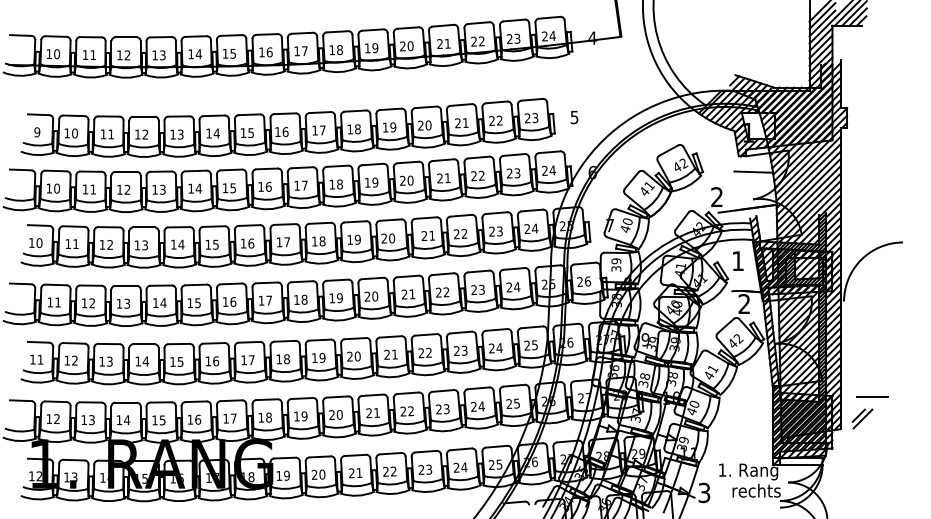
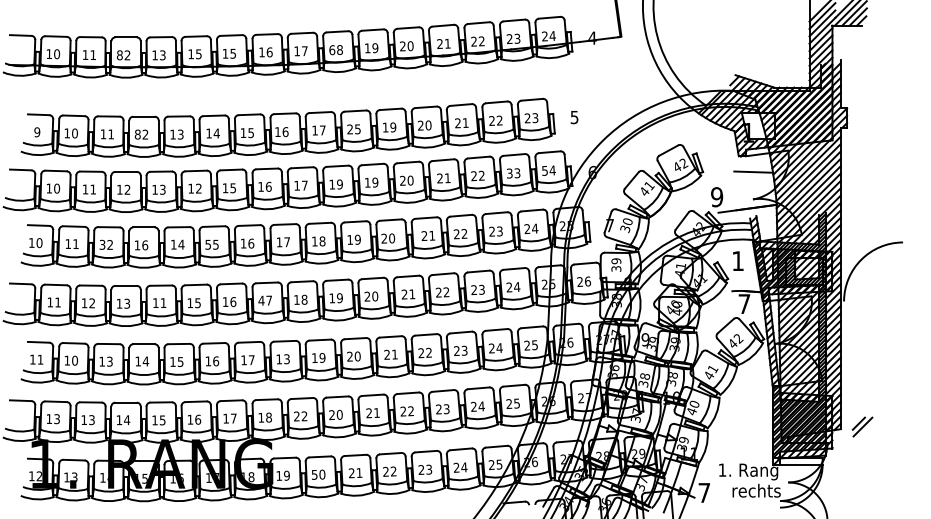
text at (332, 50): 18 -> 68
text at (198, 54): 14 -> 15
text at (119, 55): 12 -> 82
text at (353, 129): 18 -> 25
text at (137, 134): 12 -> 82
text at (544, 170): 24 -> 54
text at (509, 173): 23 -> 33
text at (339, 184): 18 -> 19
text at (198, 188): 14 -> 12
text at (717, 197): 2 -> 9
text at (625, 229): 40 -> 30
text at (102, 244): 12 -> 32
text at (207, 244): 15 -> 55
text at (145, 245): 13 -> 16
text at (261, 300): 17 -> 47
text at (163, 302): 14 -> 11
text at (744, 303): 2 -> 7
text at (286, 359): 18 -> 13
text at (75, 360): 12 -> 10
line at (872, 396): present -> none
text at (300, 416): 19 -> 22
part at (862, 418) position: (862, 418) -> (862, 426)
text at (56, 419): 12 -> 13
text at (314, 474): 20 -> 50
text at (704, 492): 3 -> 7
